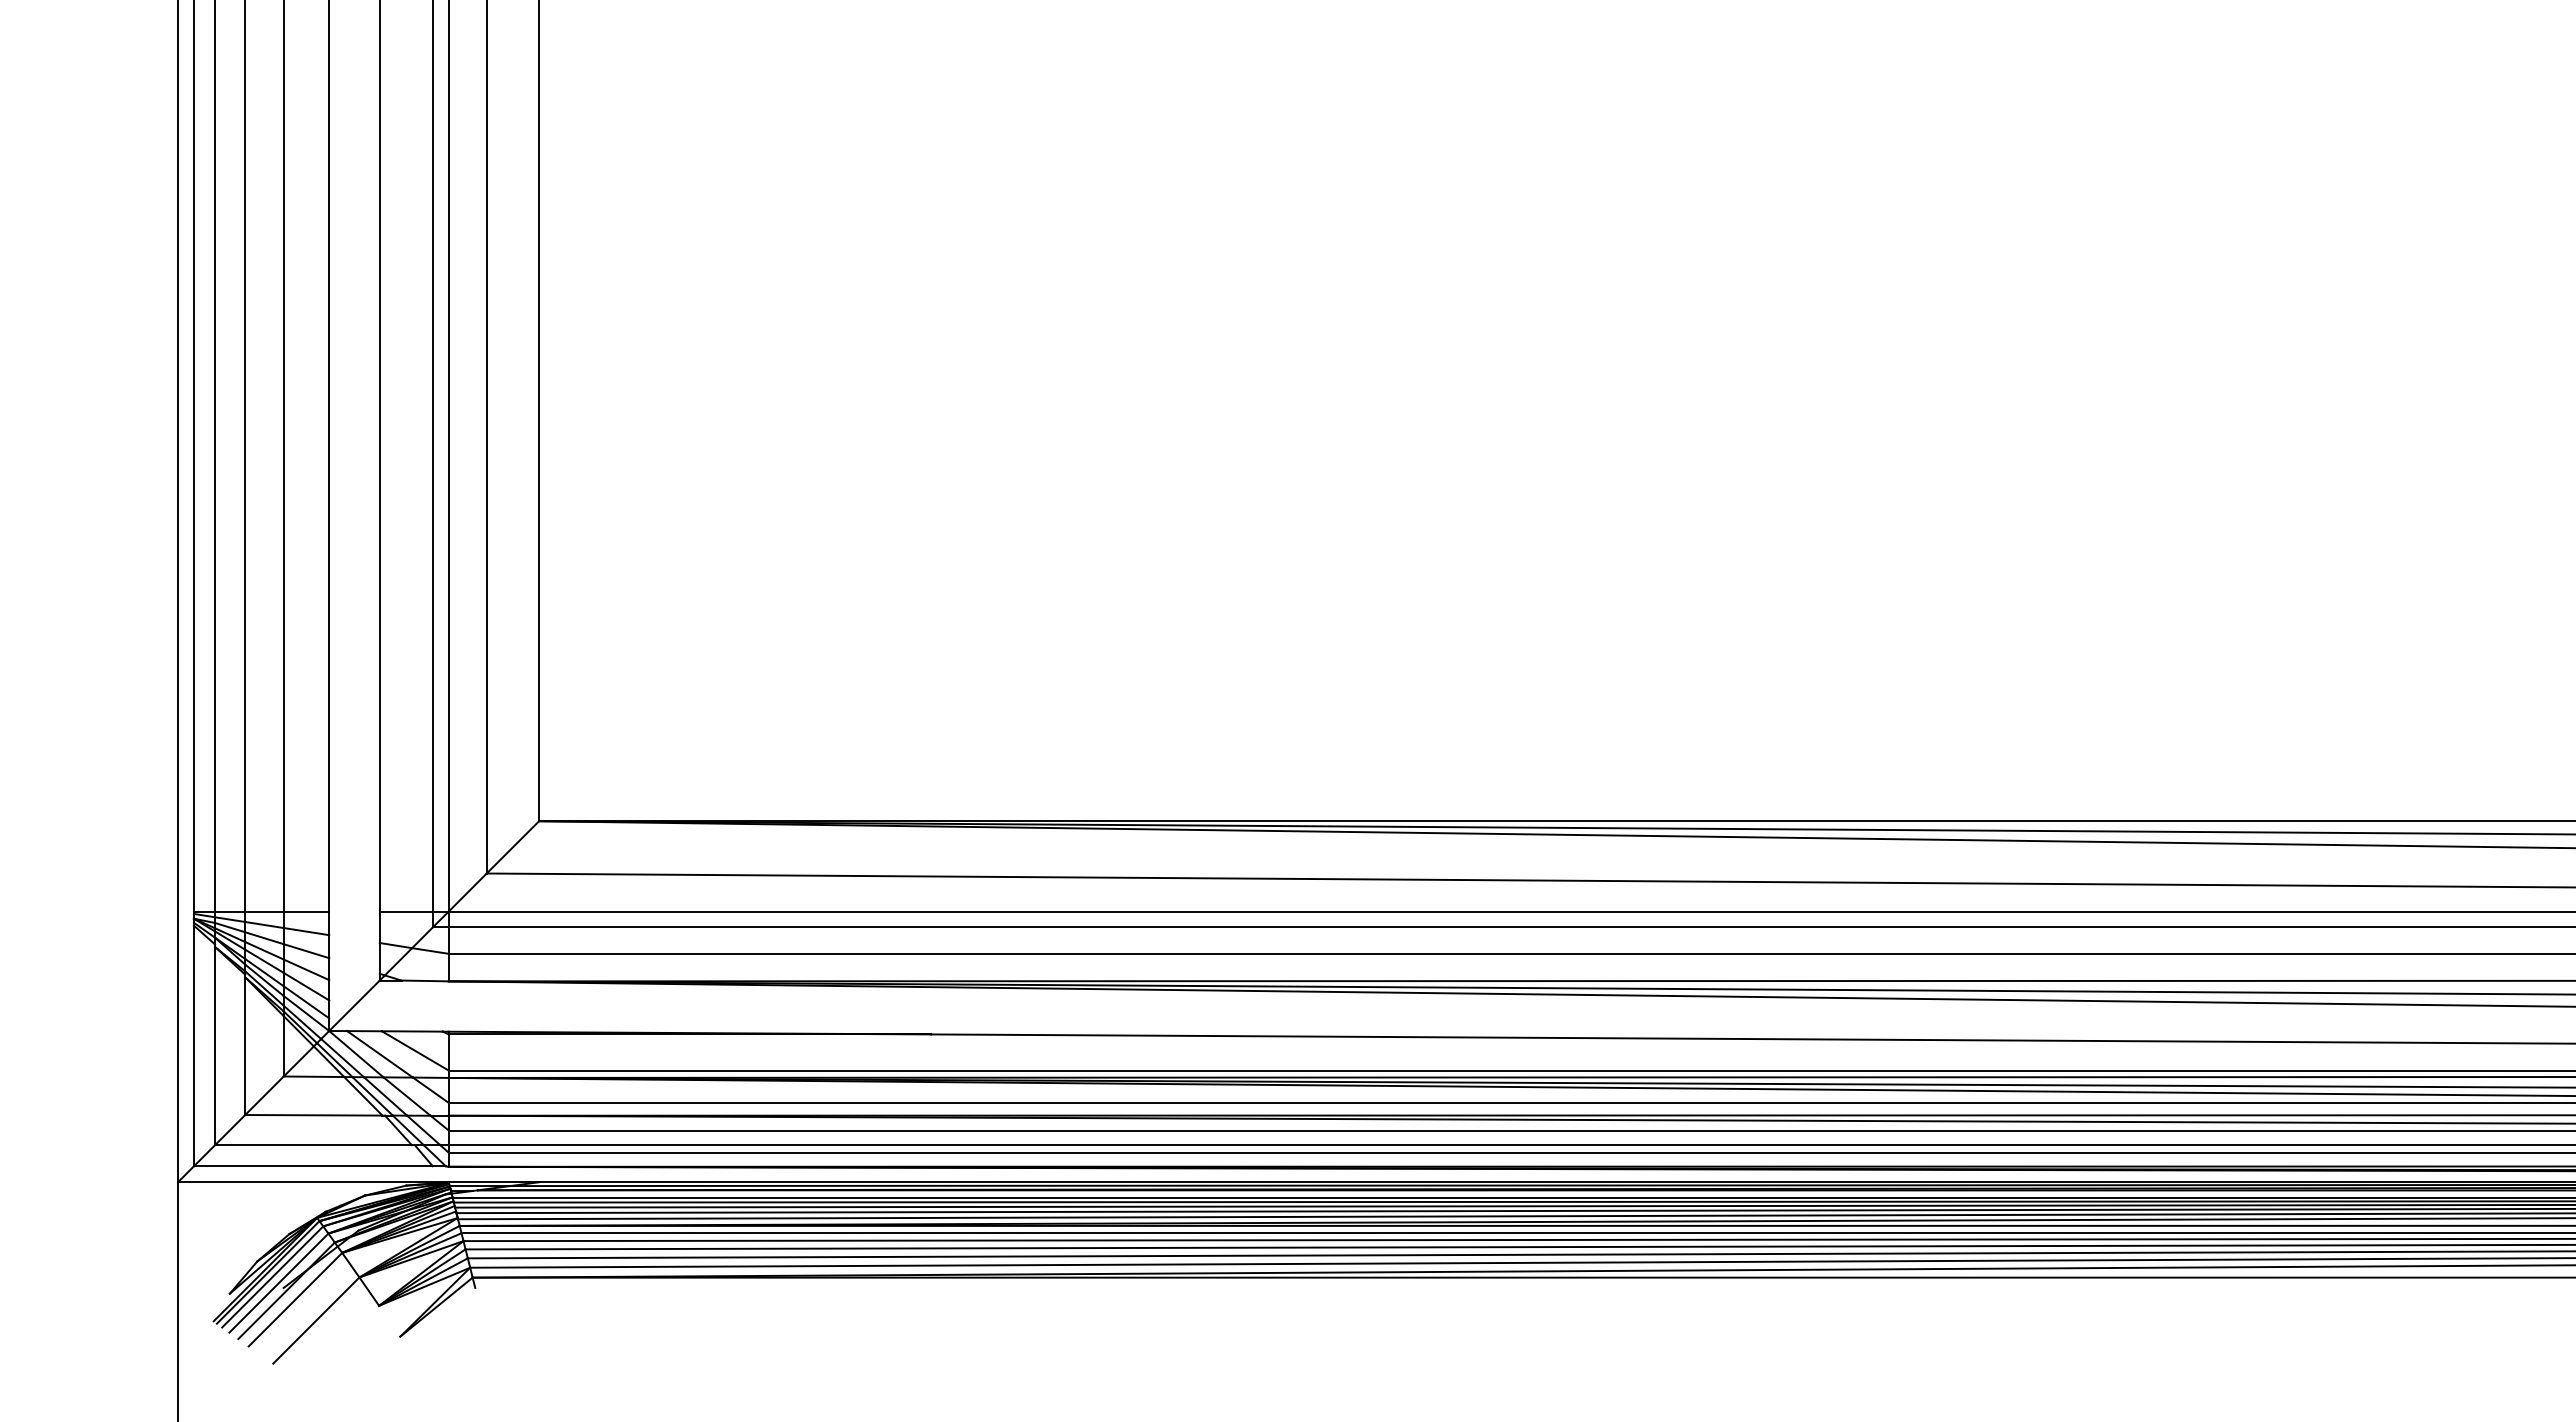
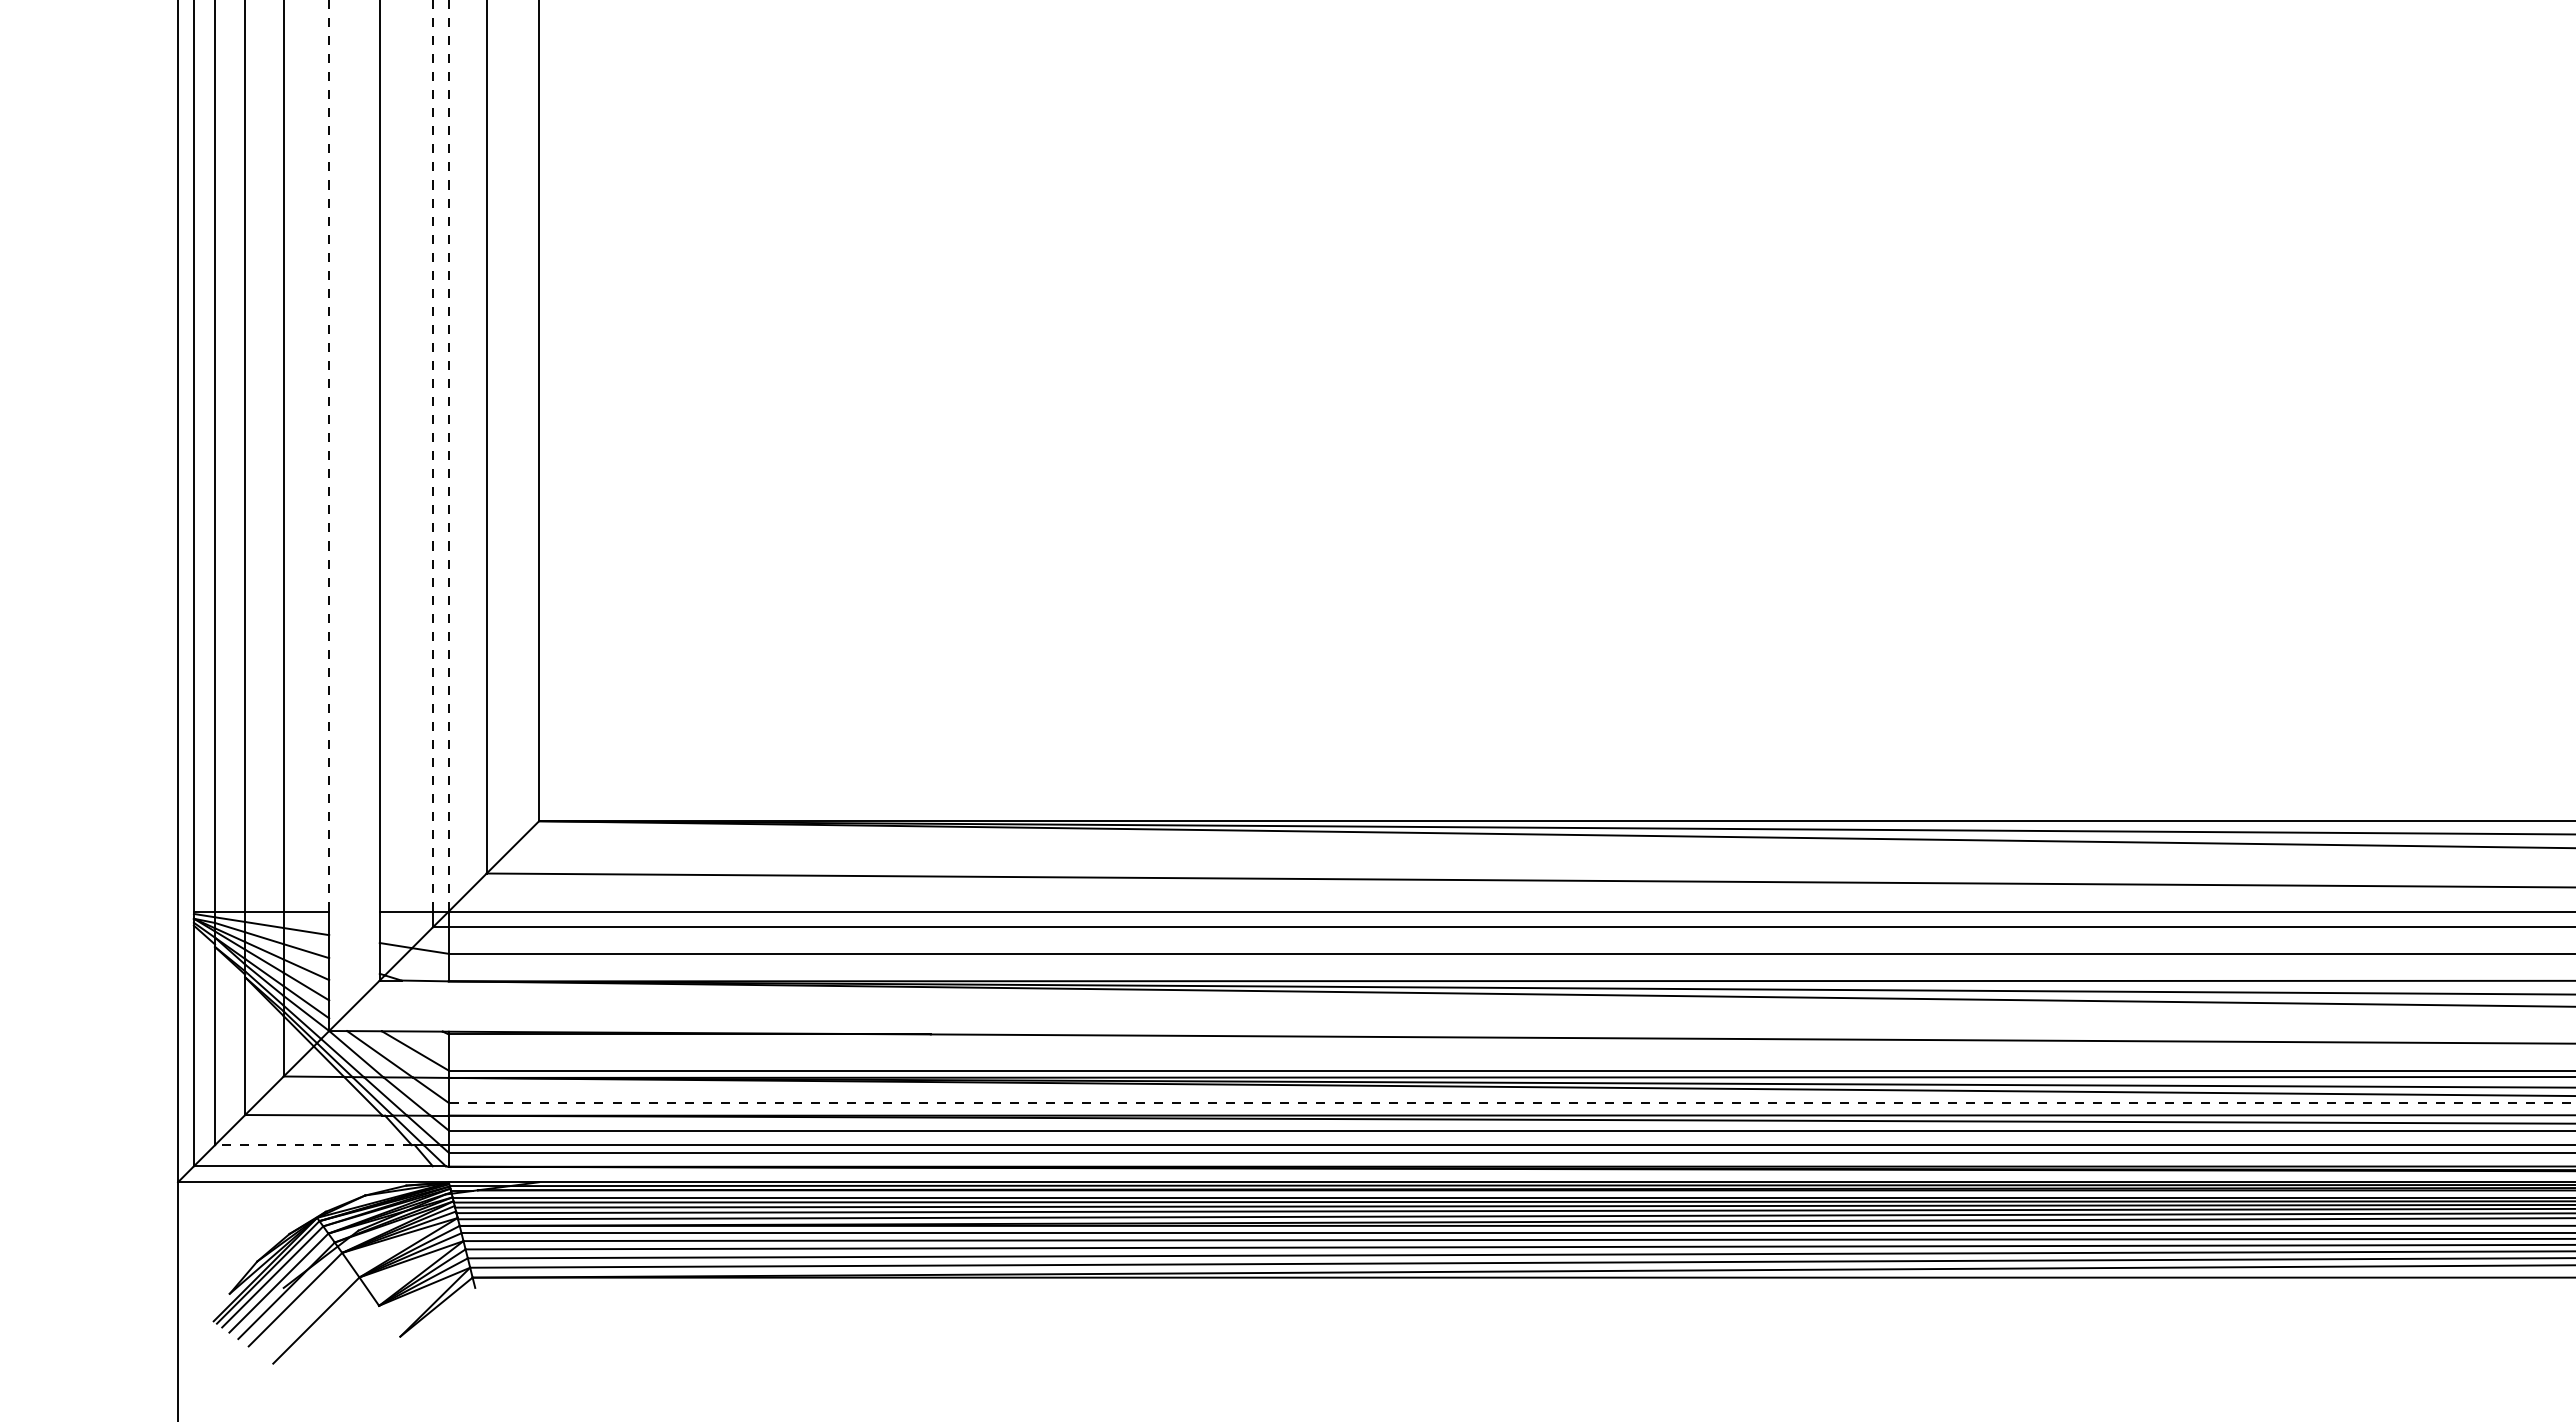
line at (329, 455): solid -> dashed
line at (432, 455): solid -> dashed
line at (448, 455): solid -> dashed
line at (1511, 1102): solid -> dashed
line at (312, 1145): solid -> dashed
